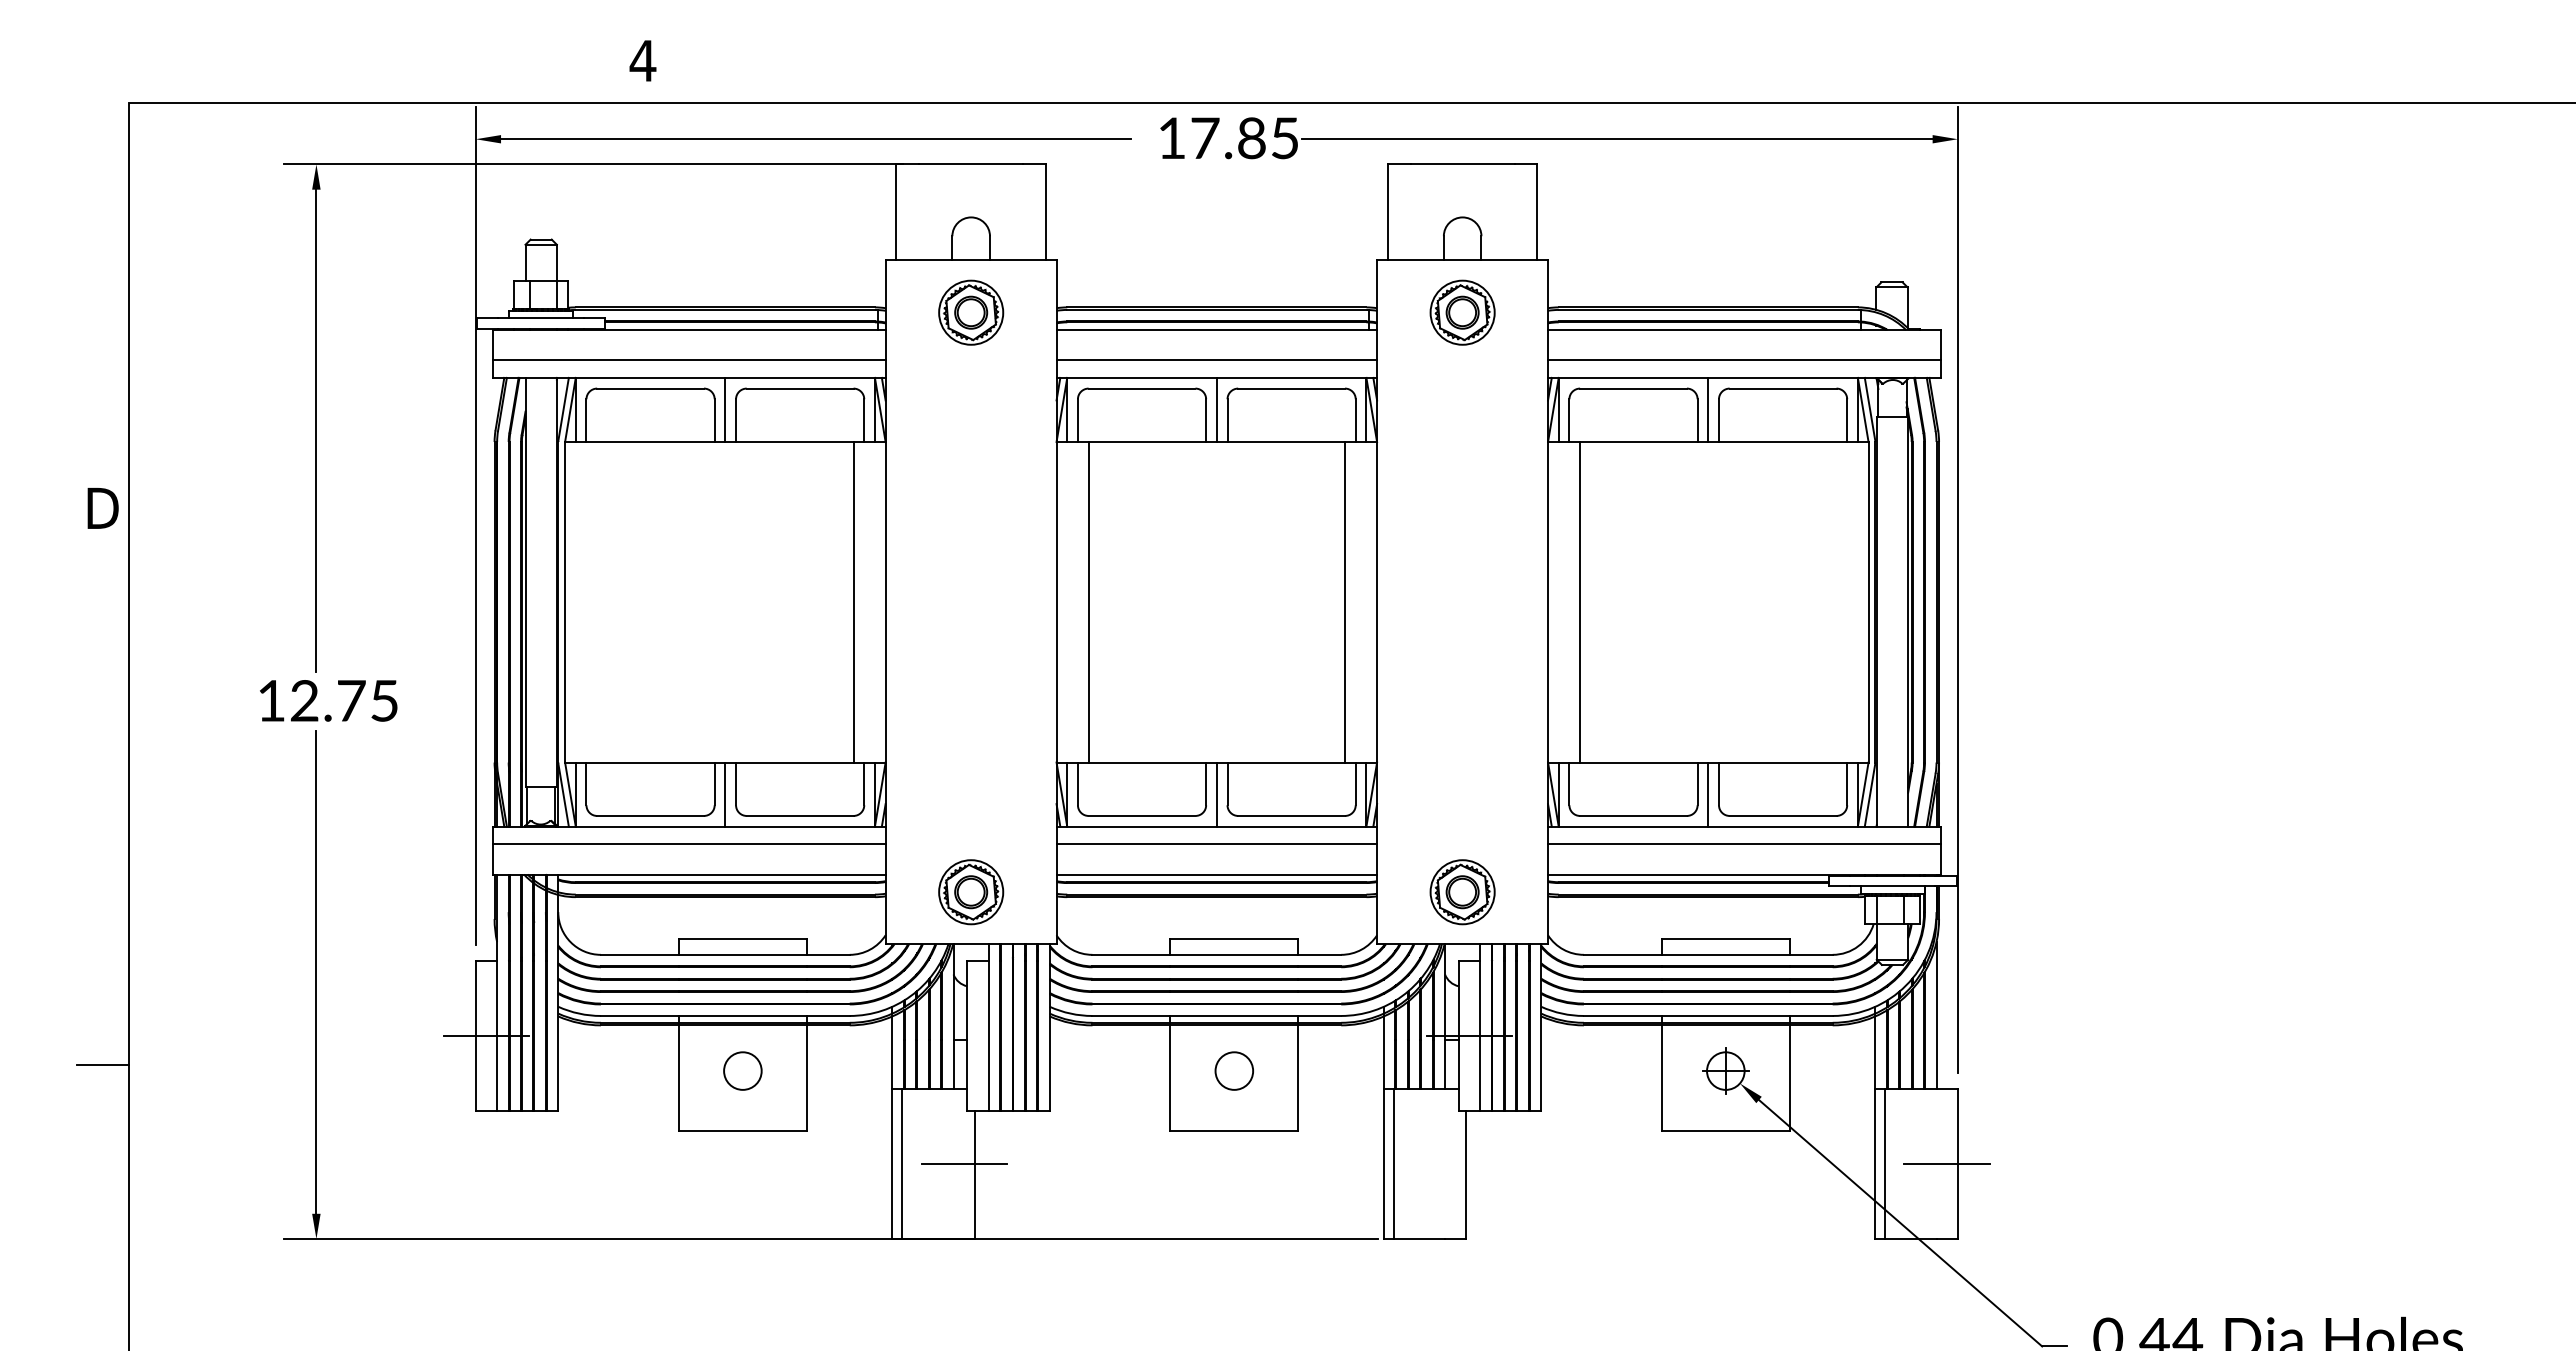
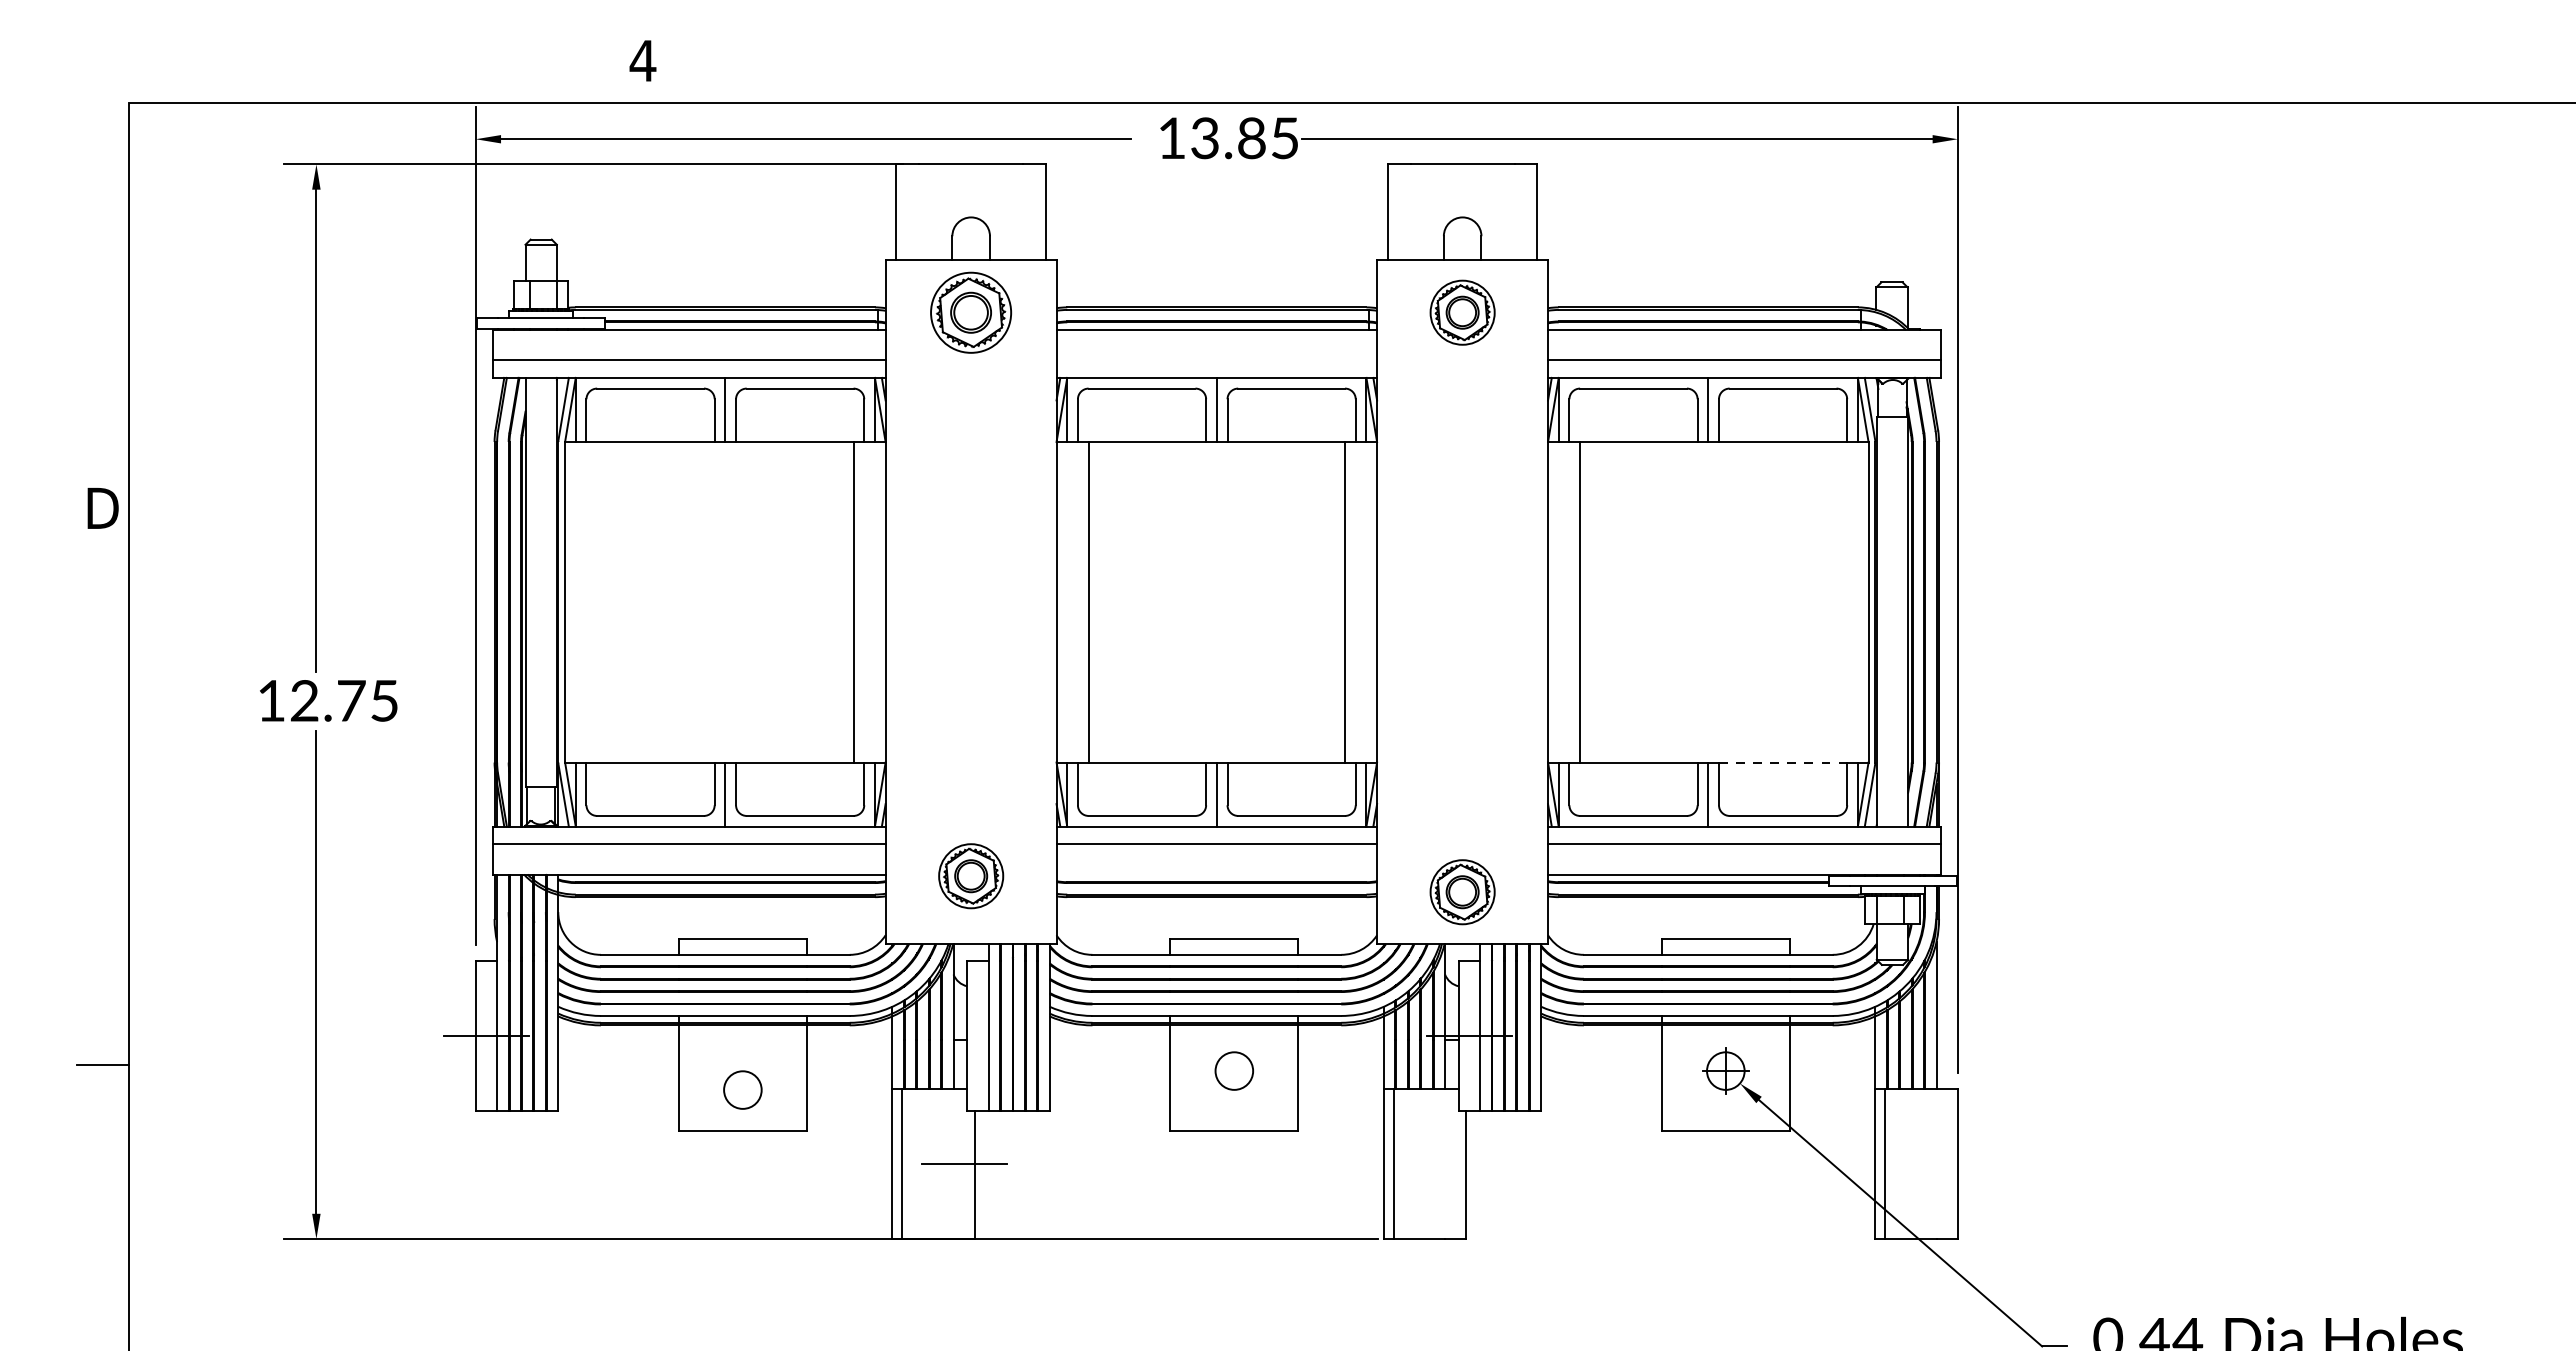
text at (1205, 138): 17.85 -> 13.85
part at (971, 312) size: 67x67 px -> 83x83 px
line at (1216, 360): present -> none
line at (1782, 762): solid -> dashed
line at (1216, 874): present -> none
part at (971, 892) position: (971, 892) -> (971, 876)
circle at (742, 1070) position: (742, 1070) -> (742, 1089)
line at (1946, 1164): present -> none
